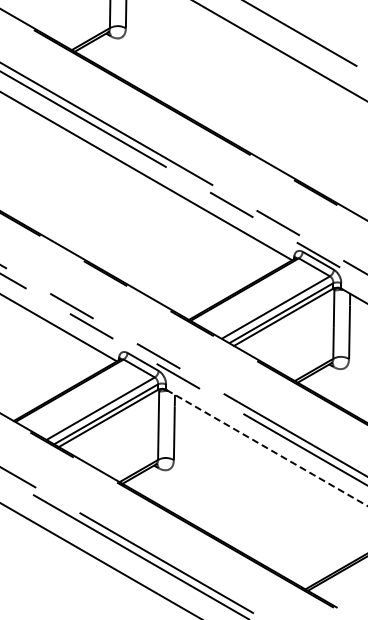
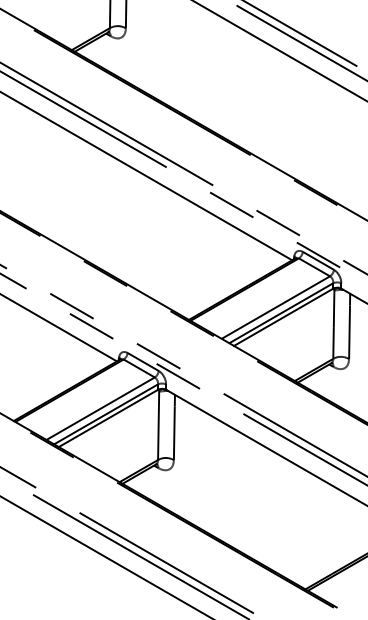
line at (297, 40): none -> present
line at (266, 447): dashed -> solid
line at (99, 560) position: (99, 560) -> (105, 556)
